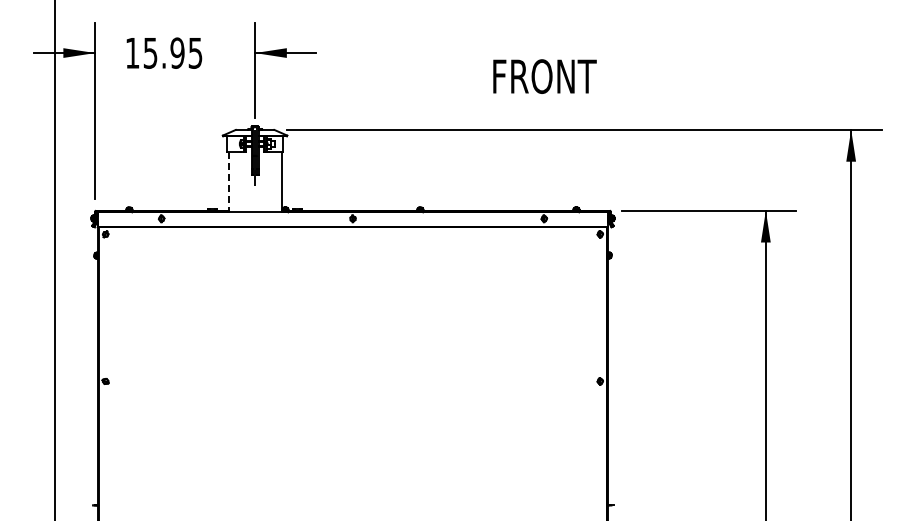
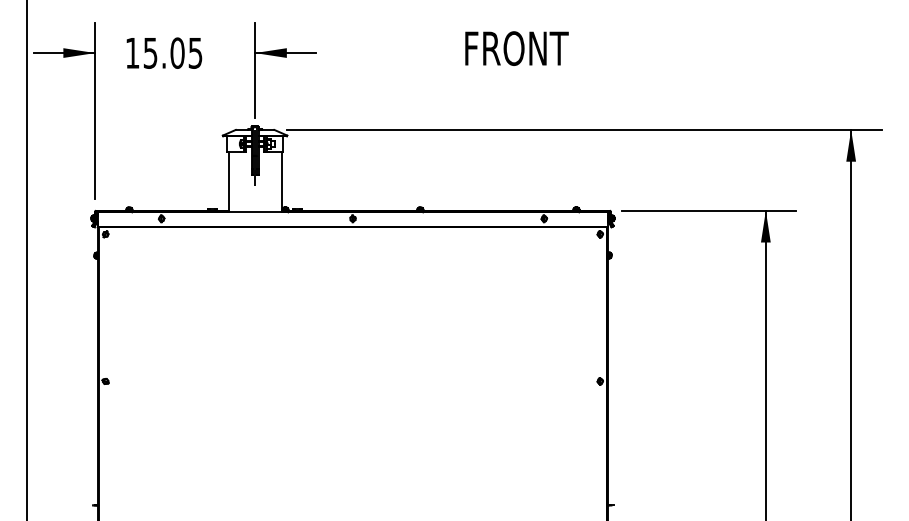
text at (177, 52): 15.95 -> 15.05
text at (544, 76) position: (544, 76) -> (516, 48)
line at (228, 182): dashed -> solid
line at (55, 259) position: (55, 259) -> (27, 259)
